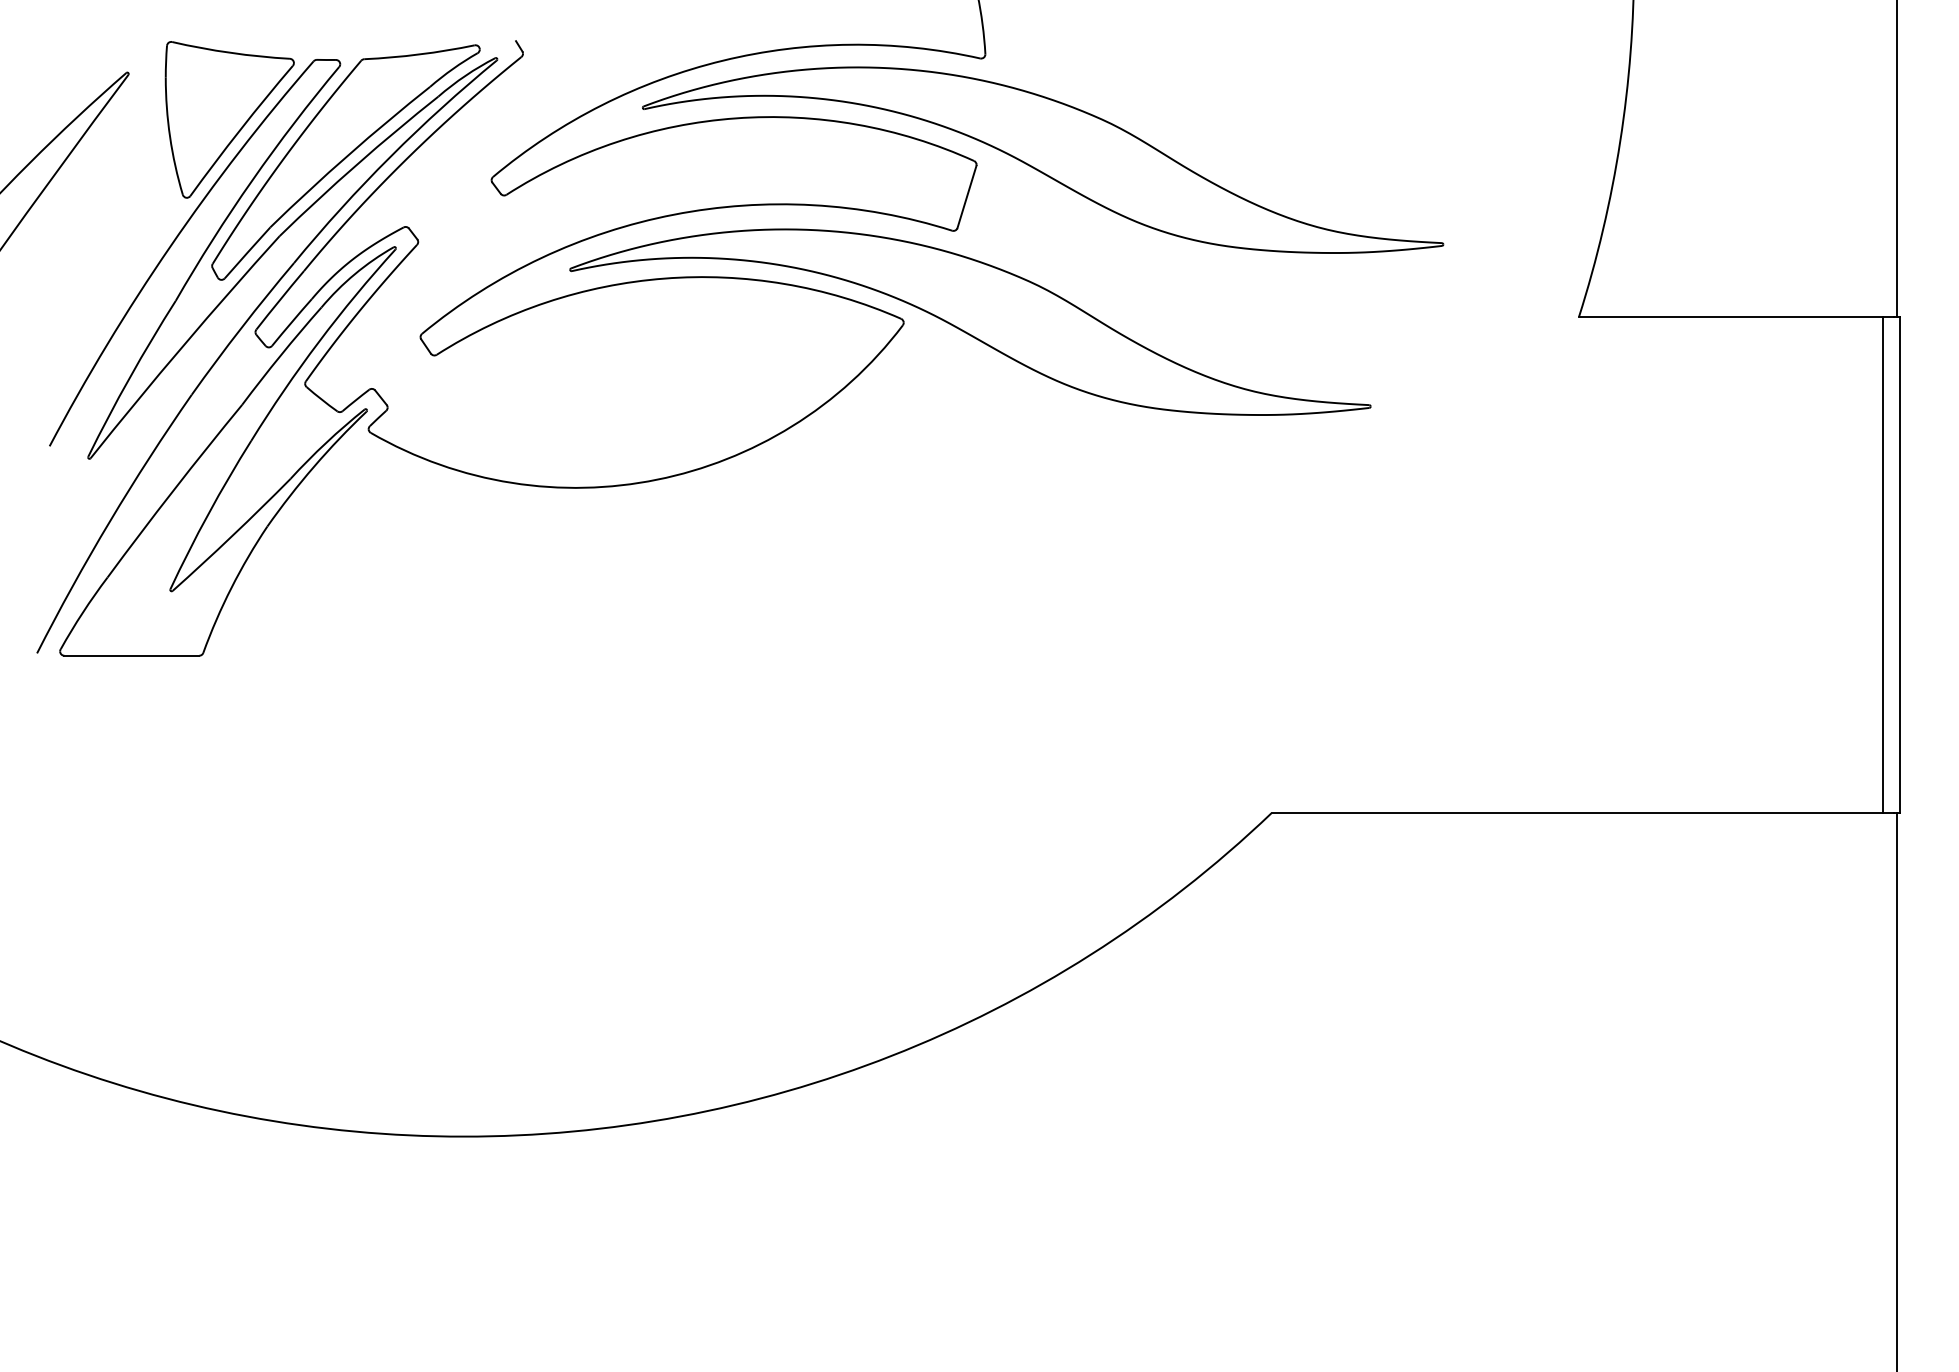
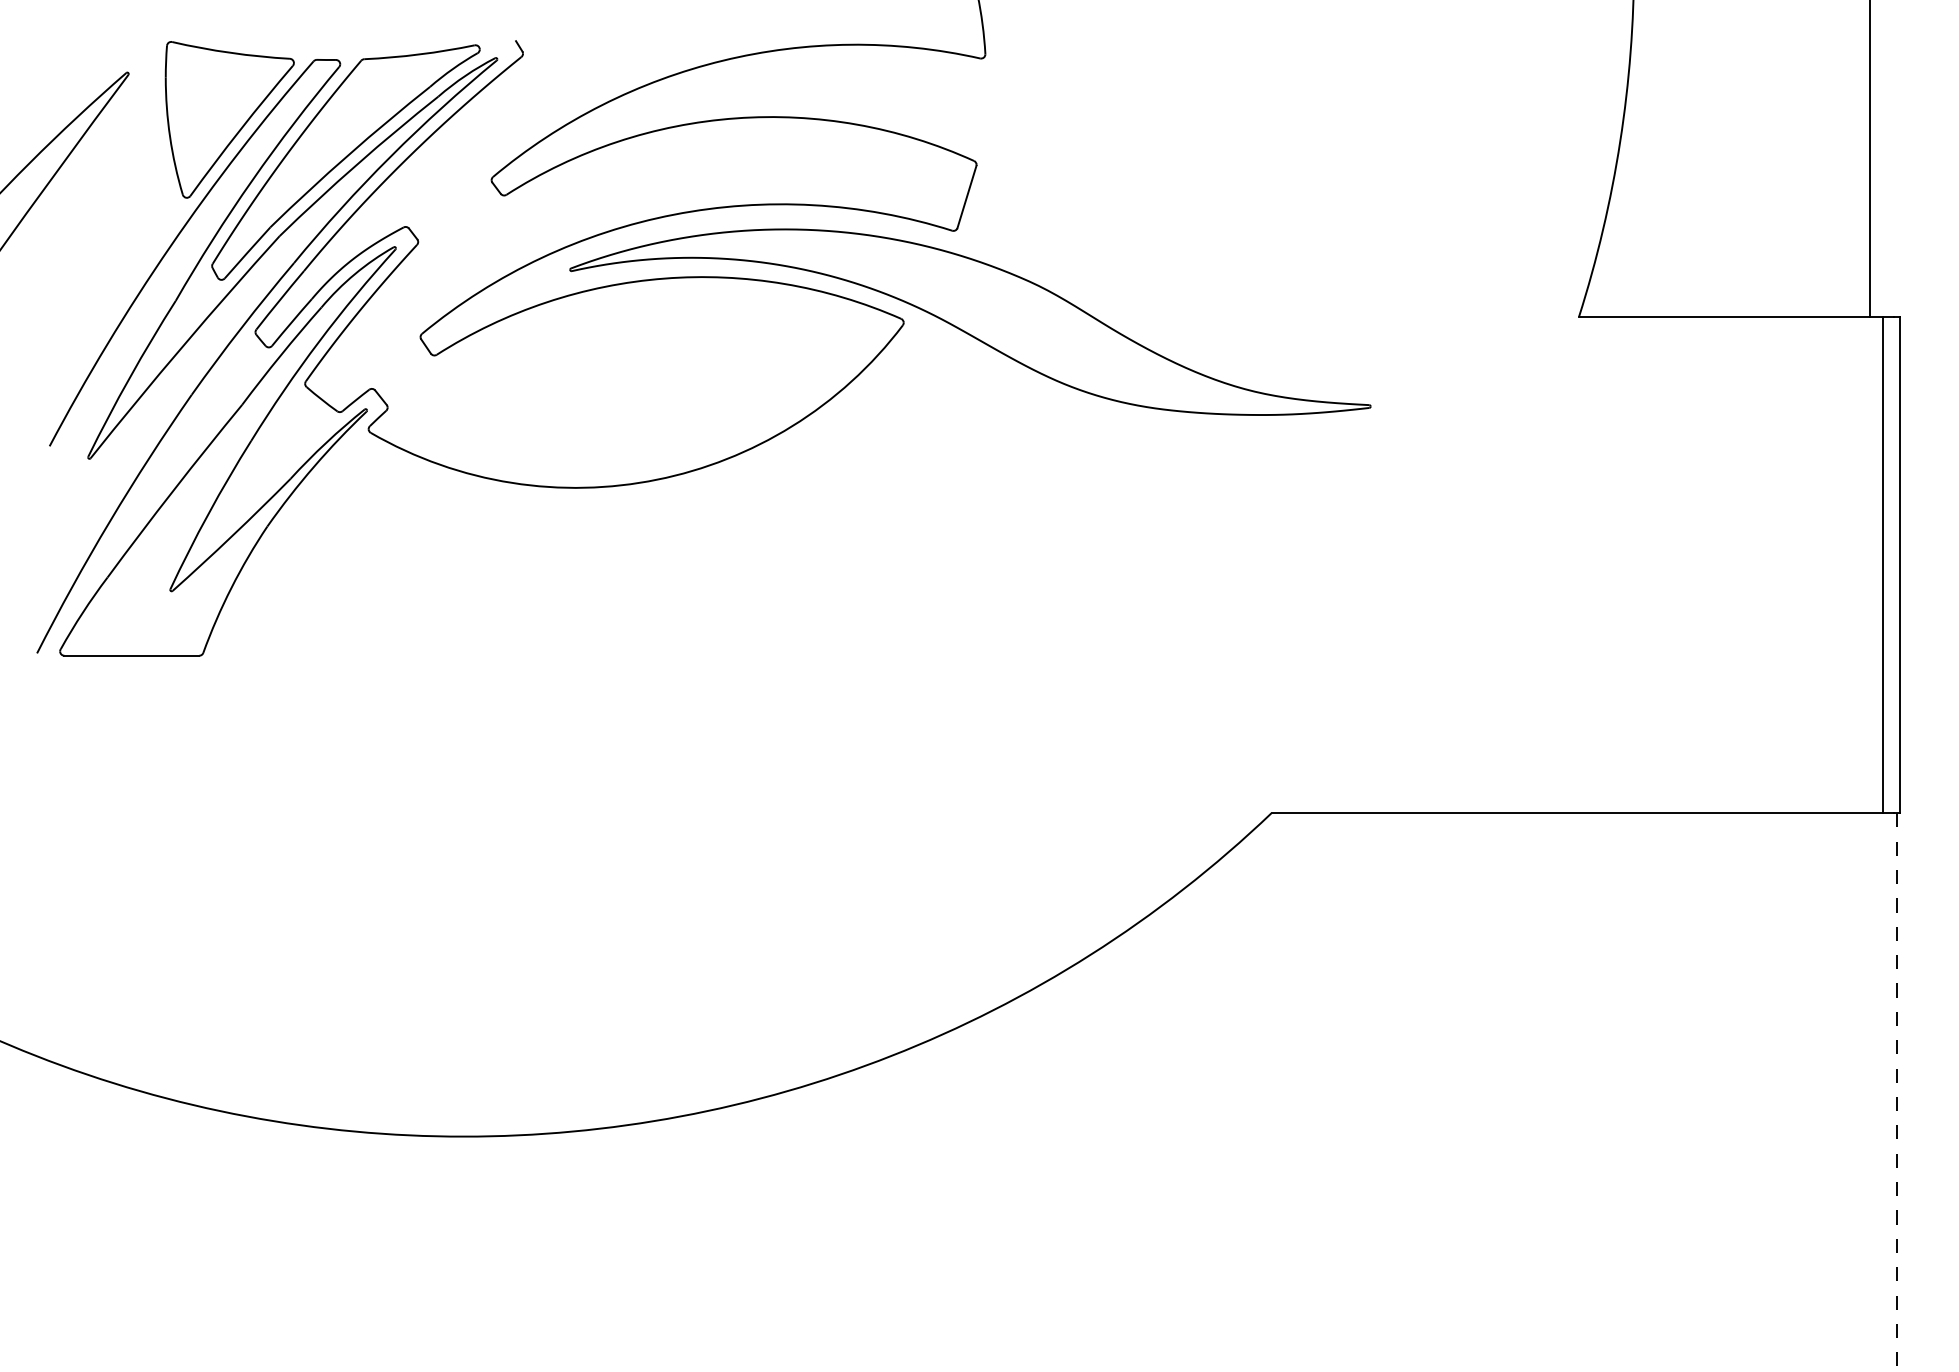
part at (1043, 159): present -> none
line at (1896, 159) position: (1896, 159) -> (1869, 159)
line at (1896, 1092): solid -> dashed
